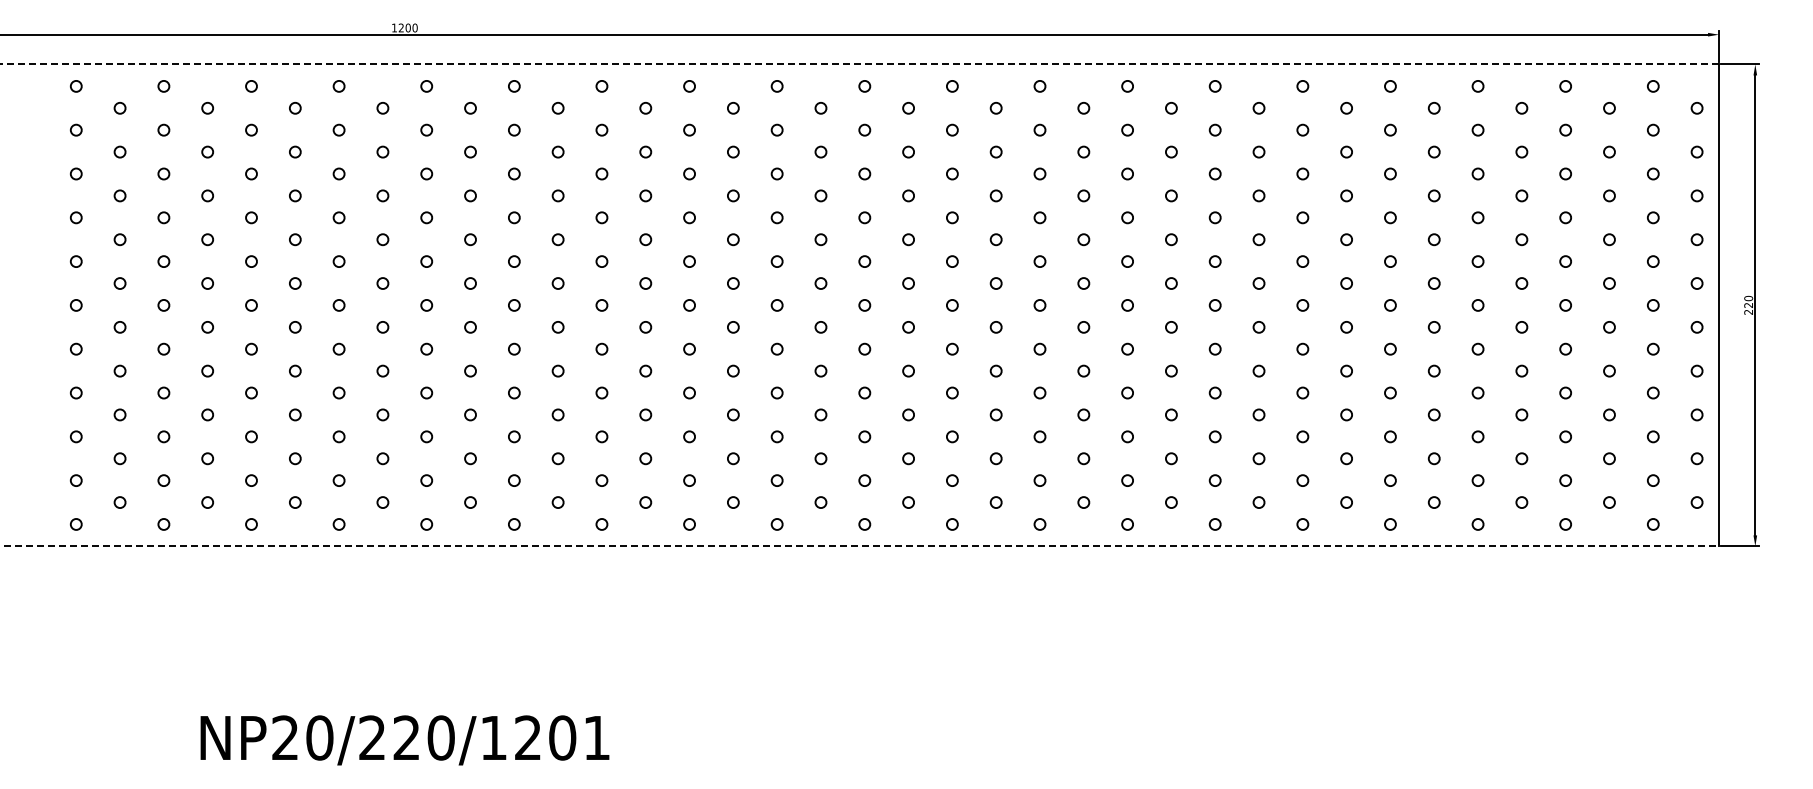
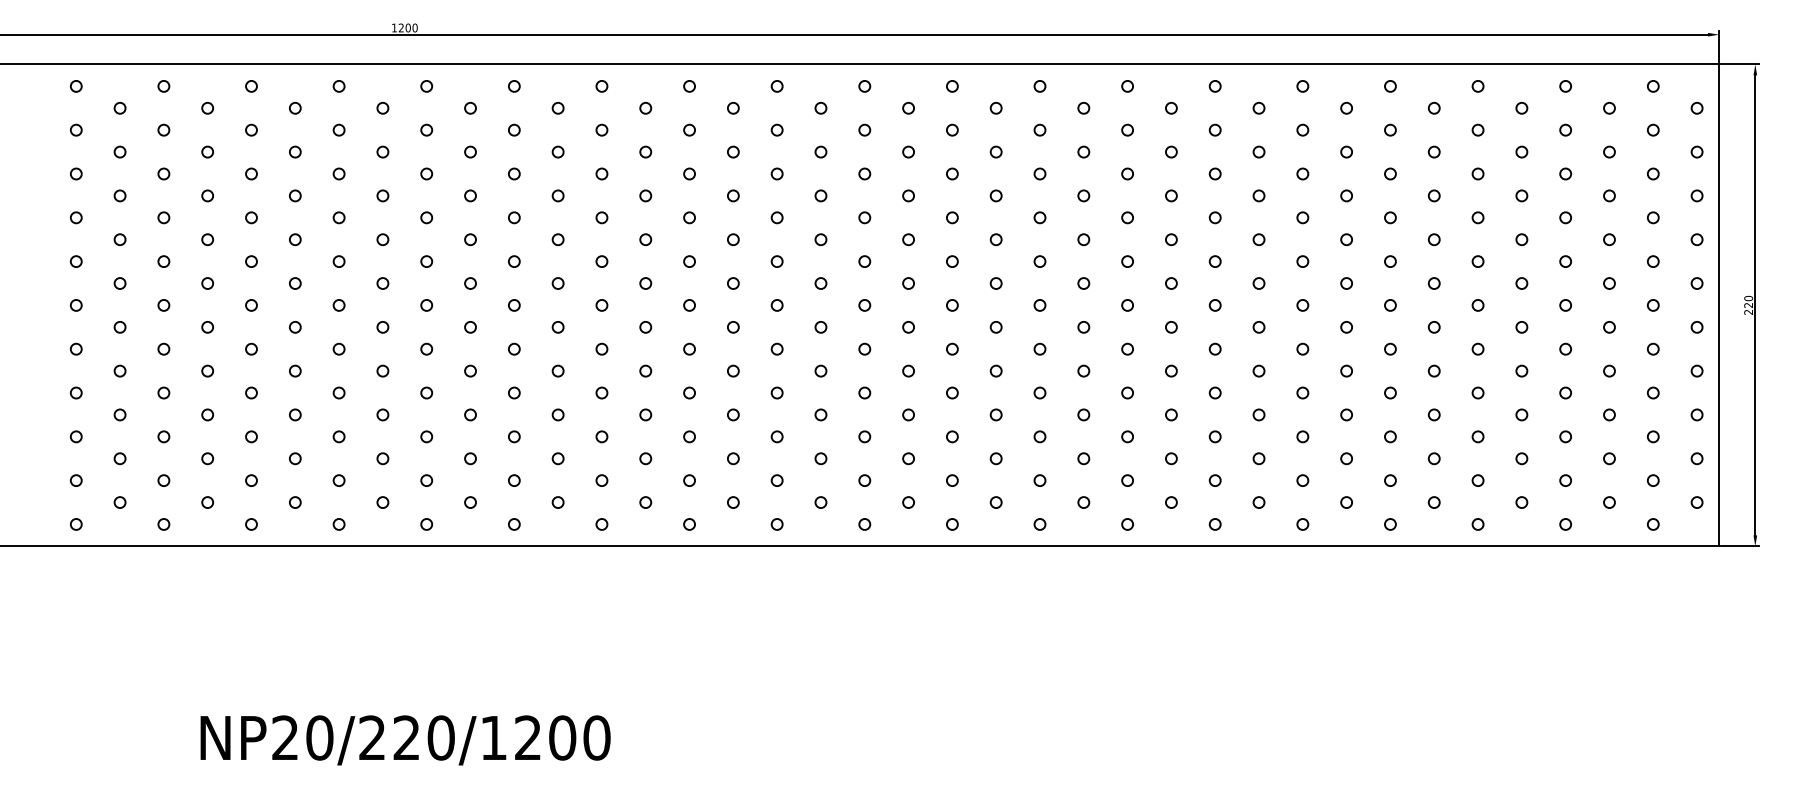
line at (859, 64): dashed -> solid
line at (860, 546): dashed -> solid
text at (596, 737): NP20/220/1201 -> NP20/220/1200
